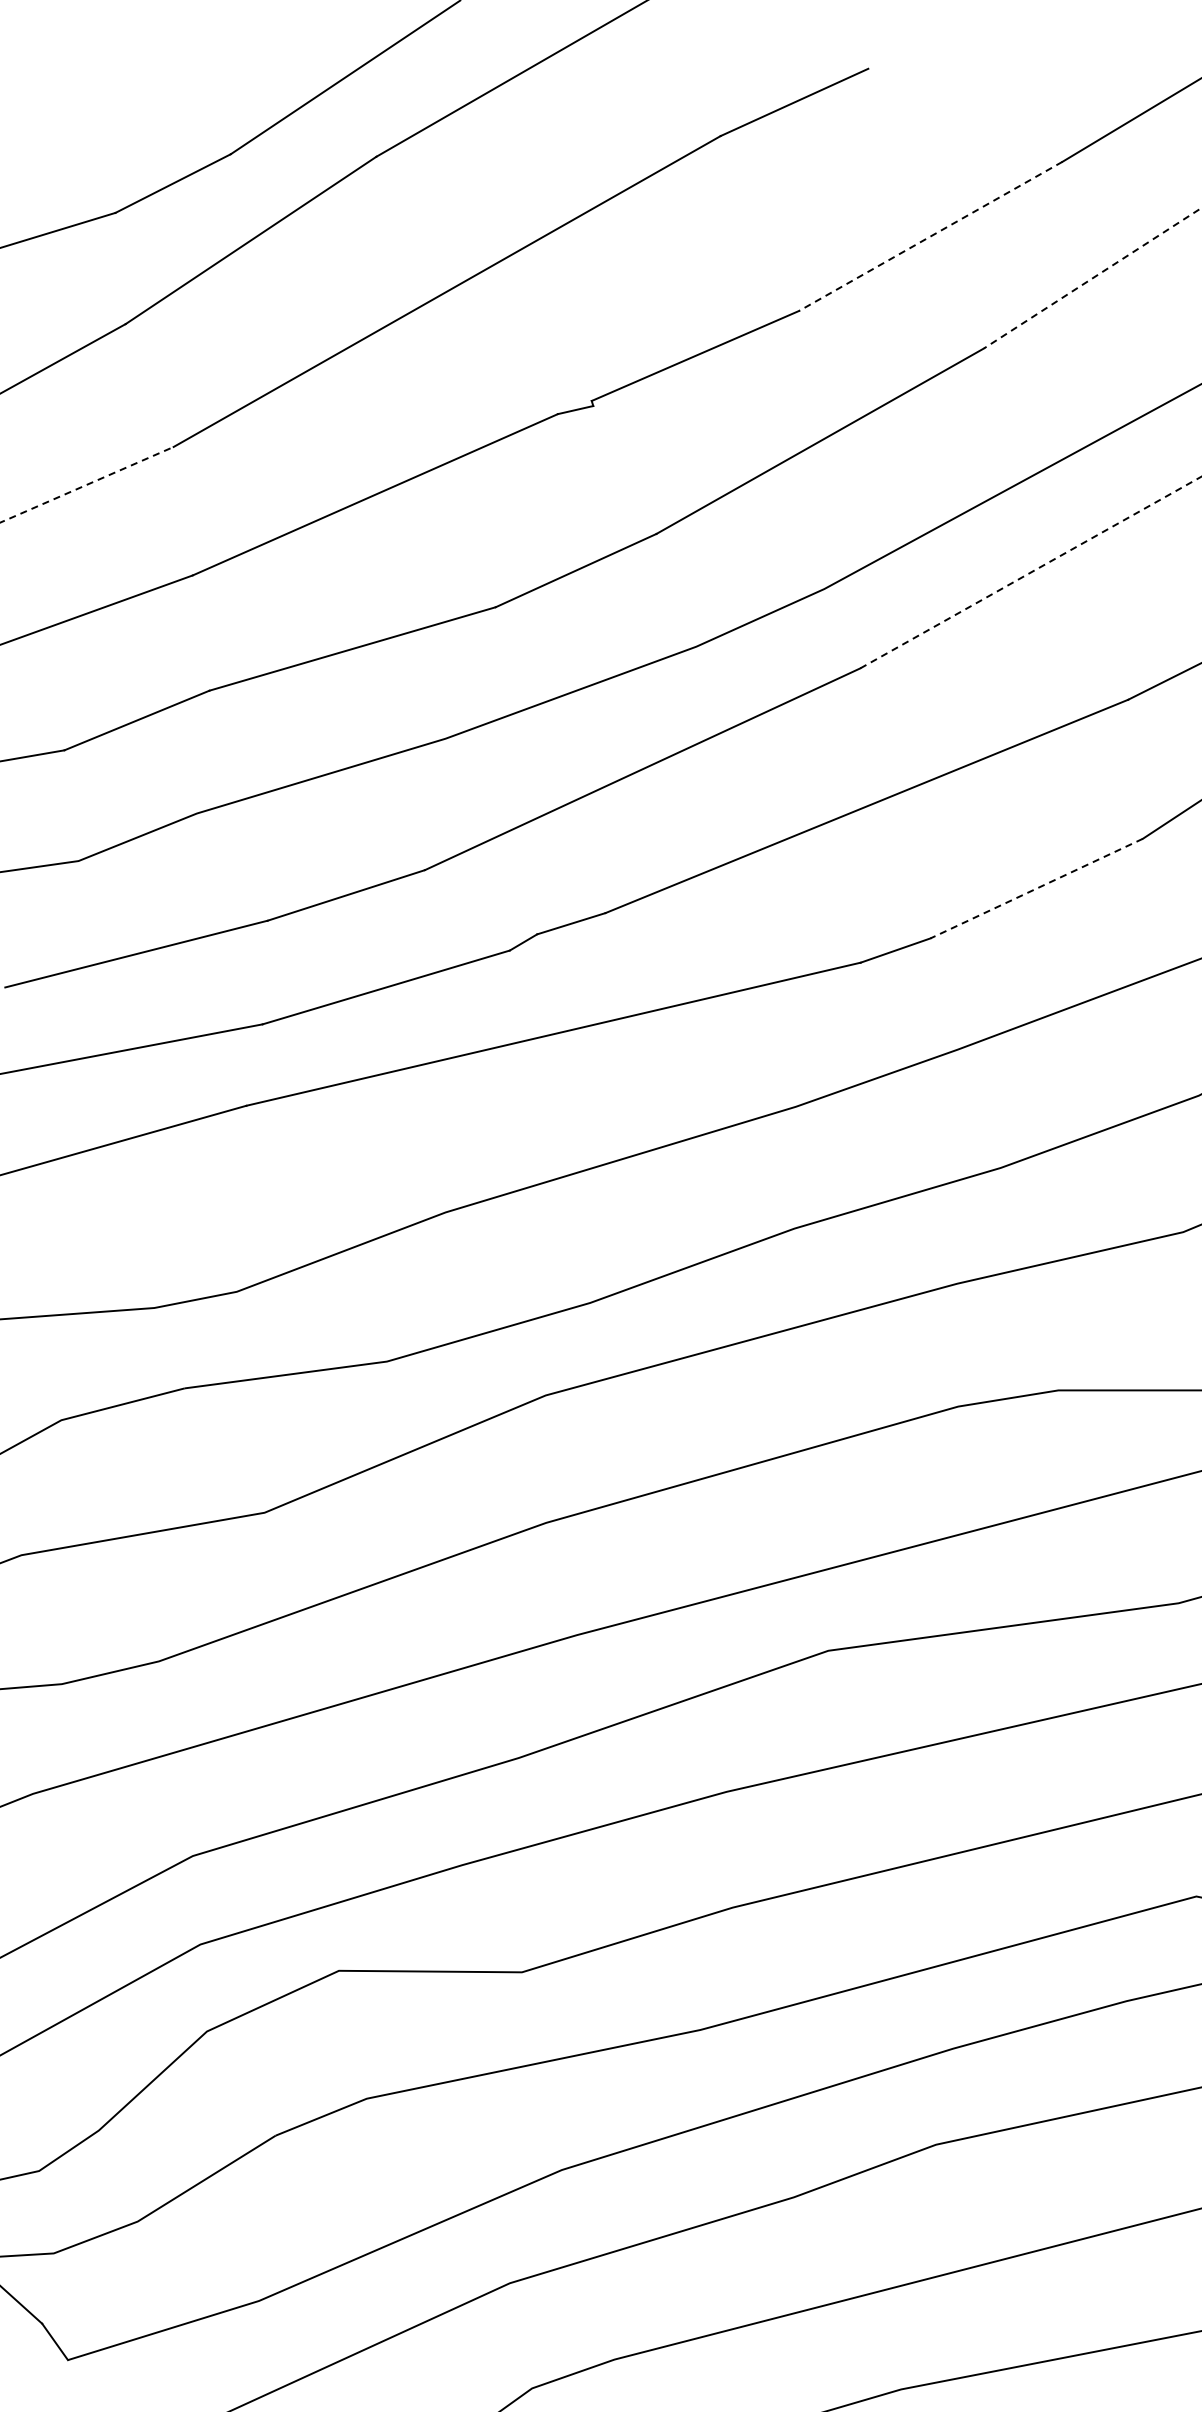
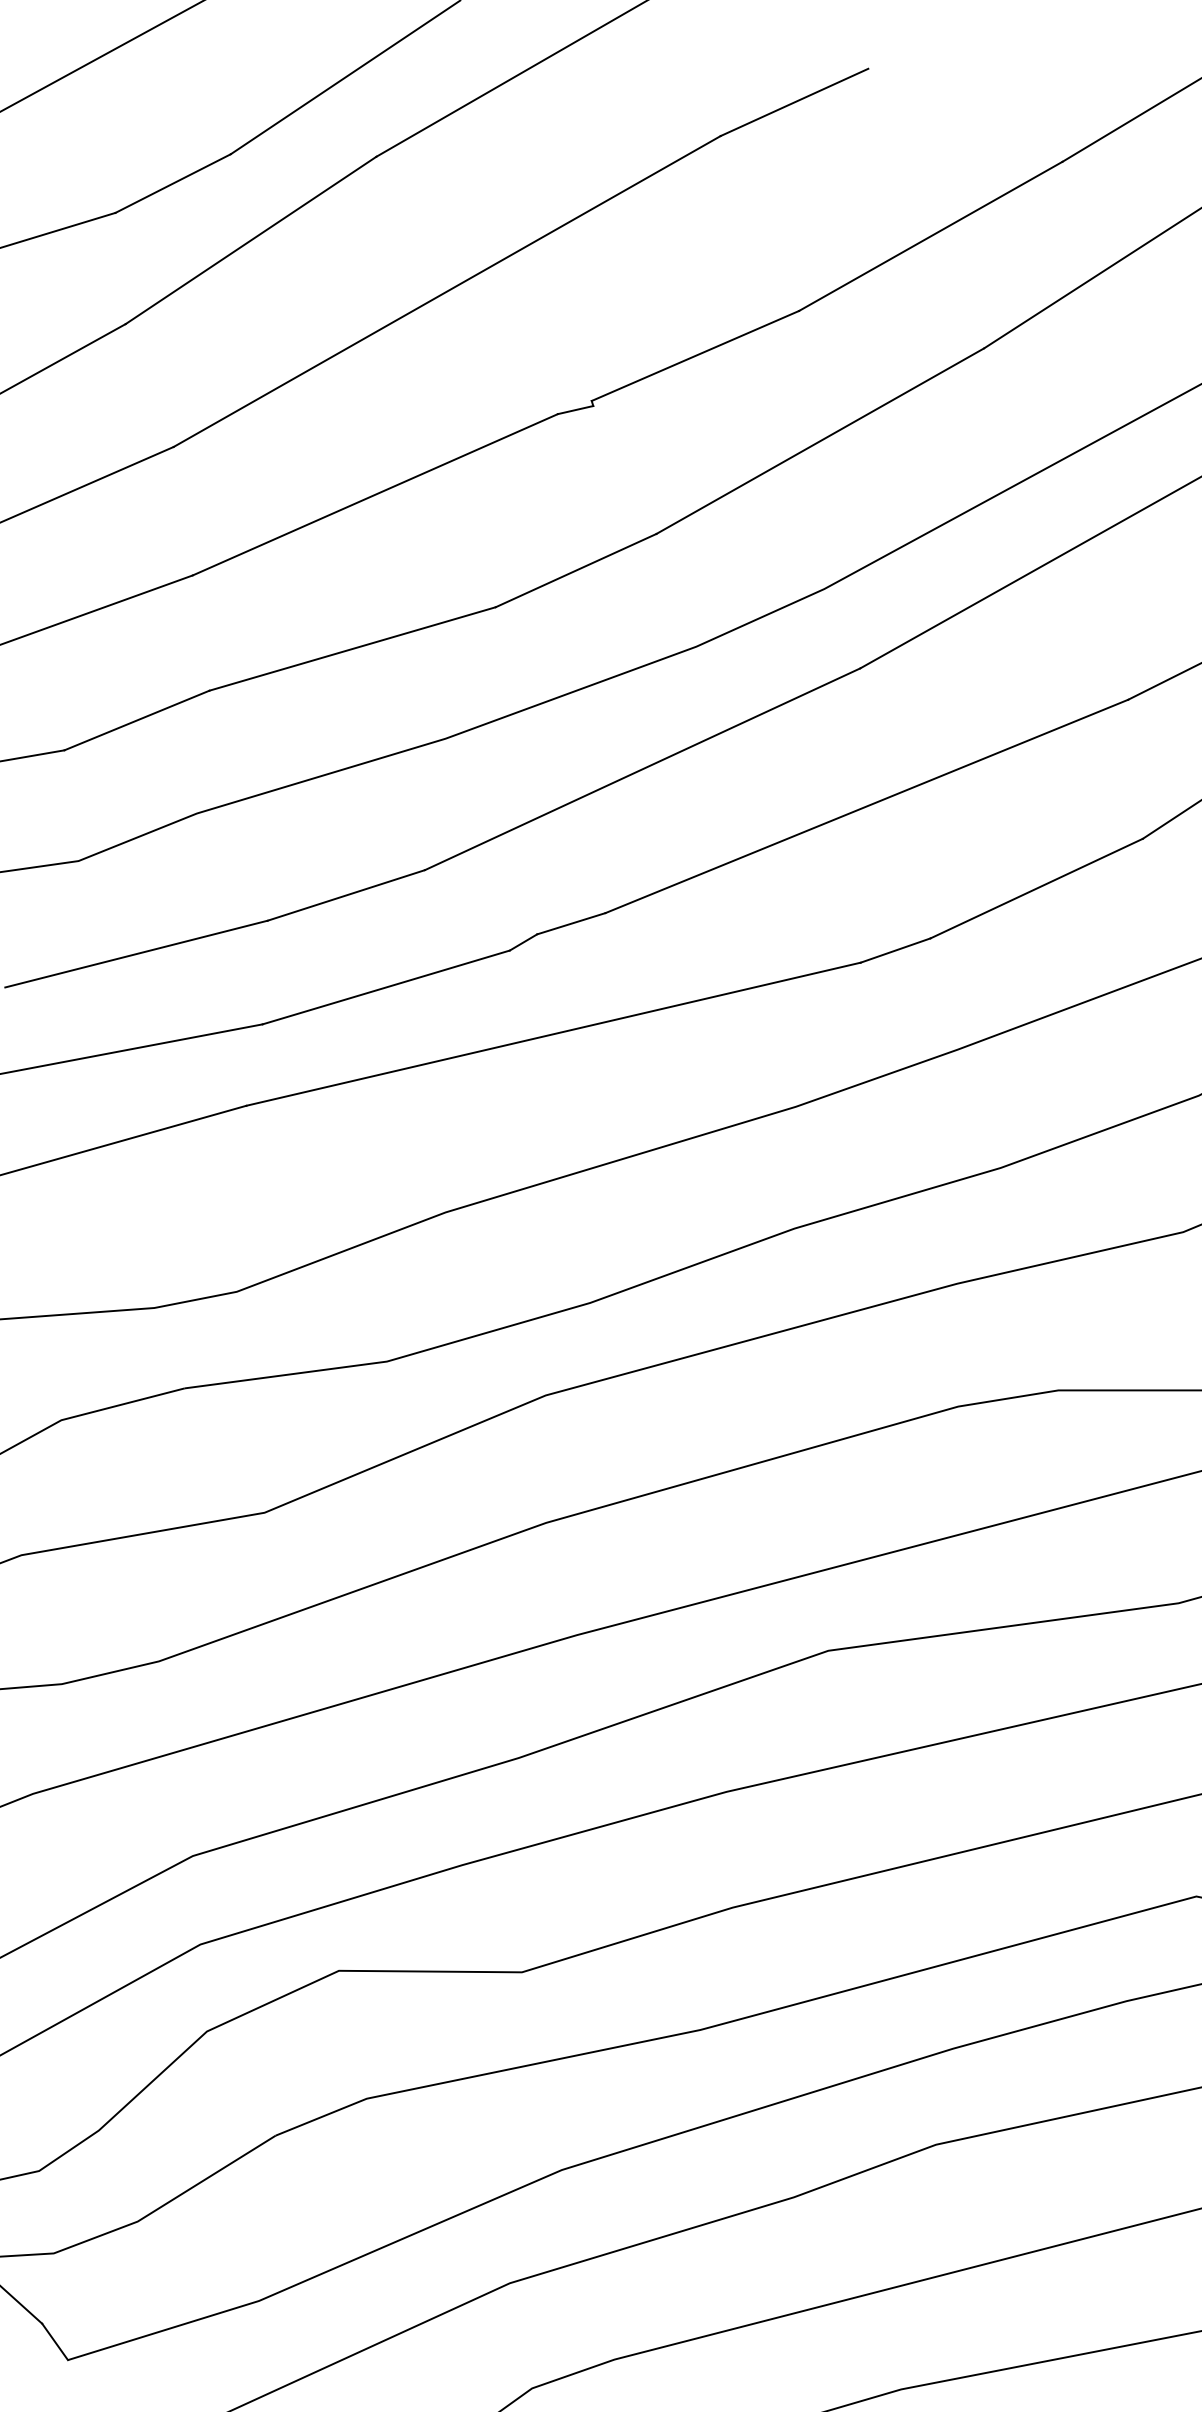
line at (101, 56): none -> present
line at (930, 236): dashed -> solid
line at (1092, 278): dashed -> solid
line at (87, 484): dashed -> solid
line at (1031, 572): dashed -> solid
line at (1036, 888): dashed -> solid
